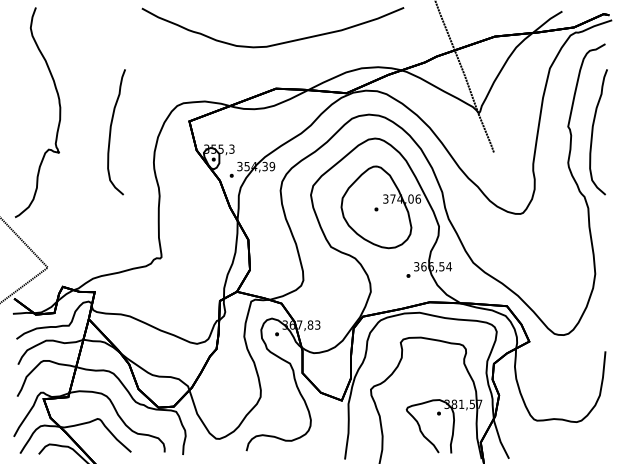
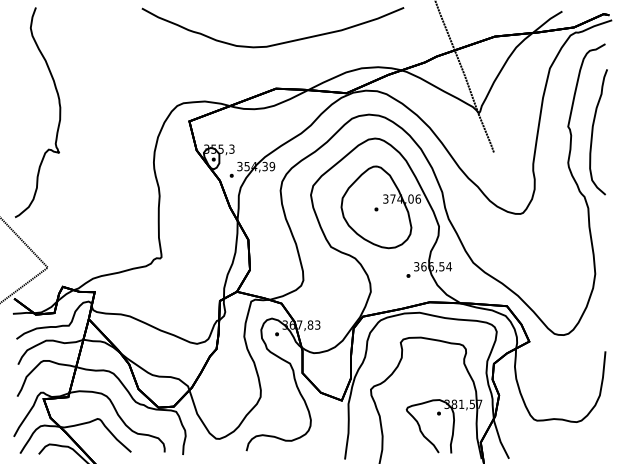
curve at (111, 132): present -> none
